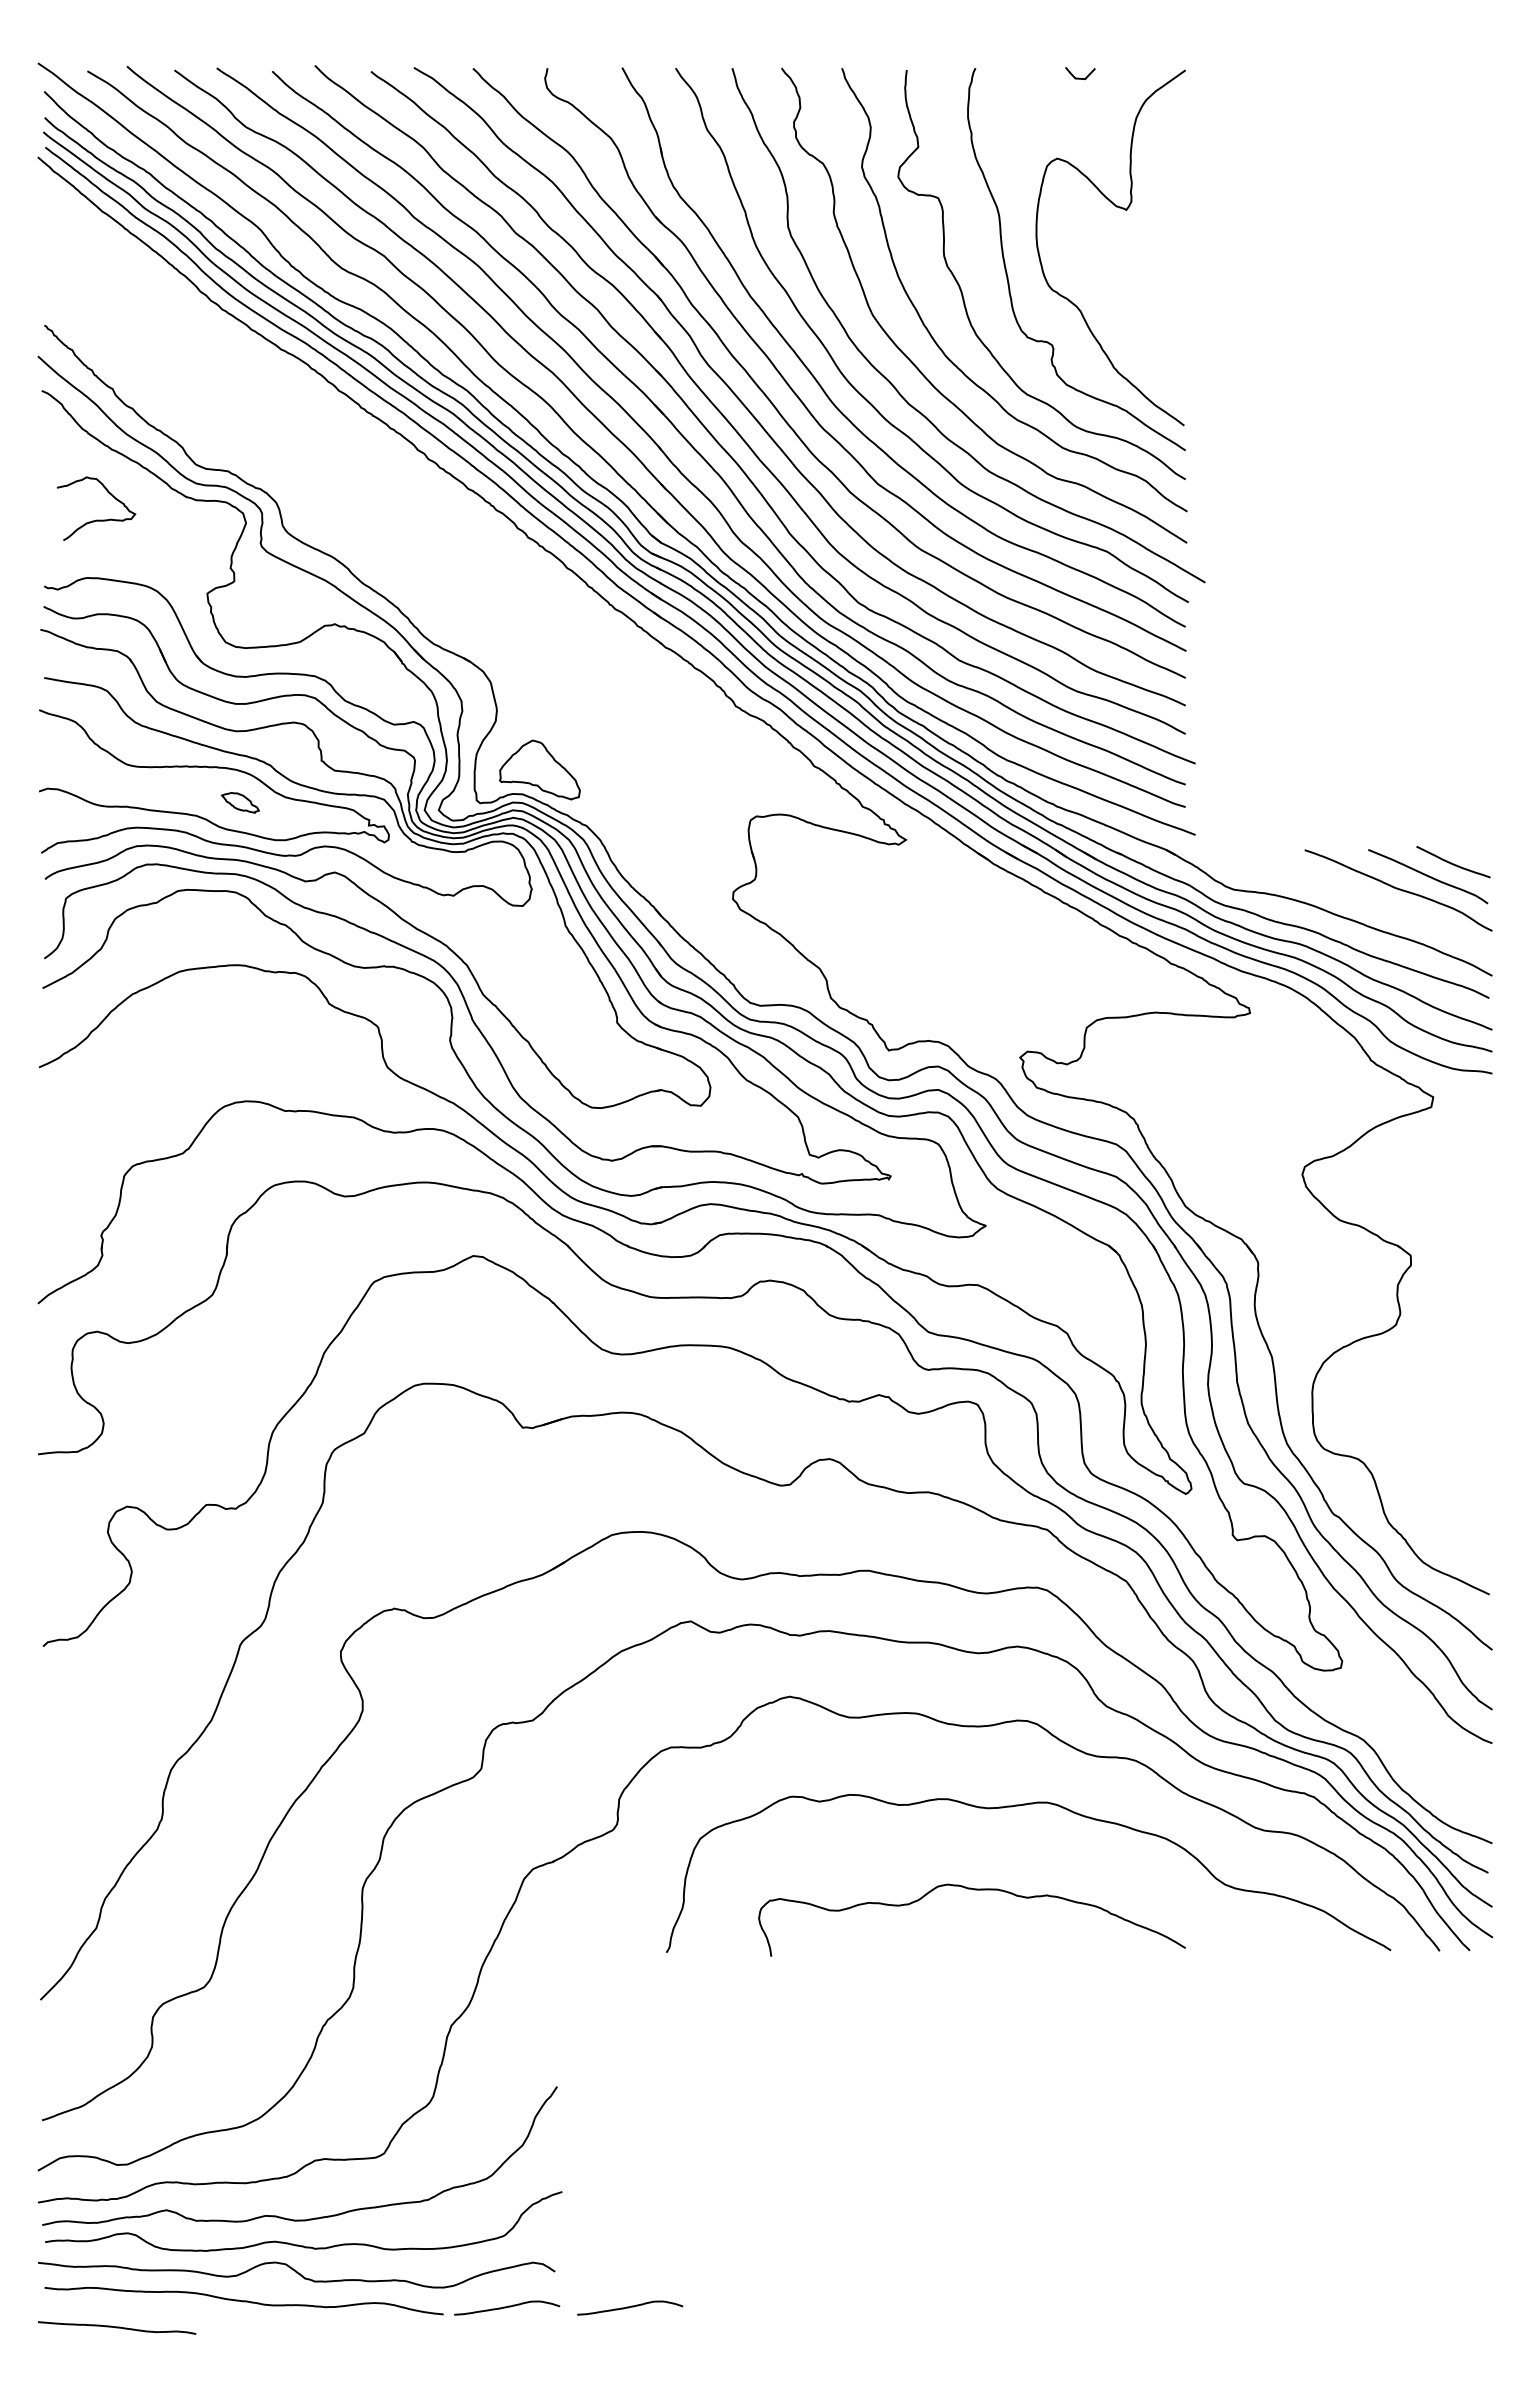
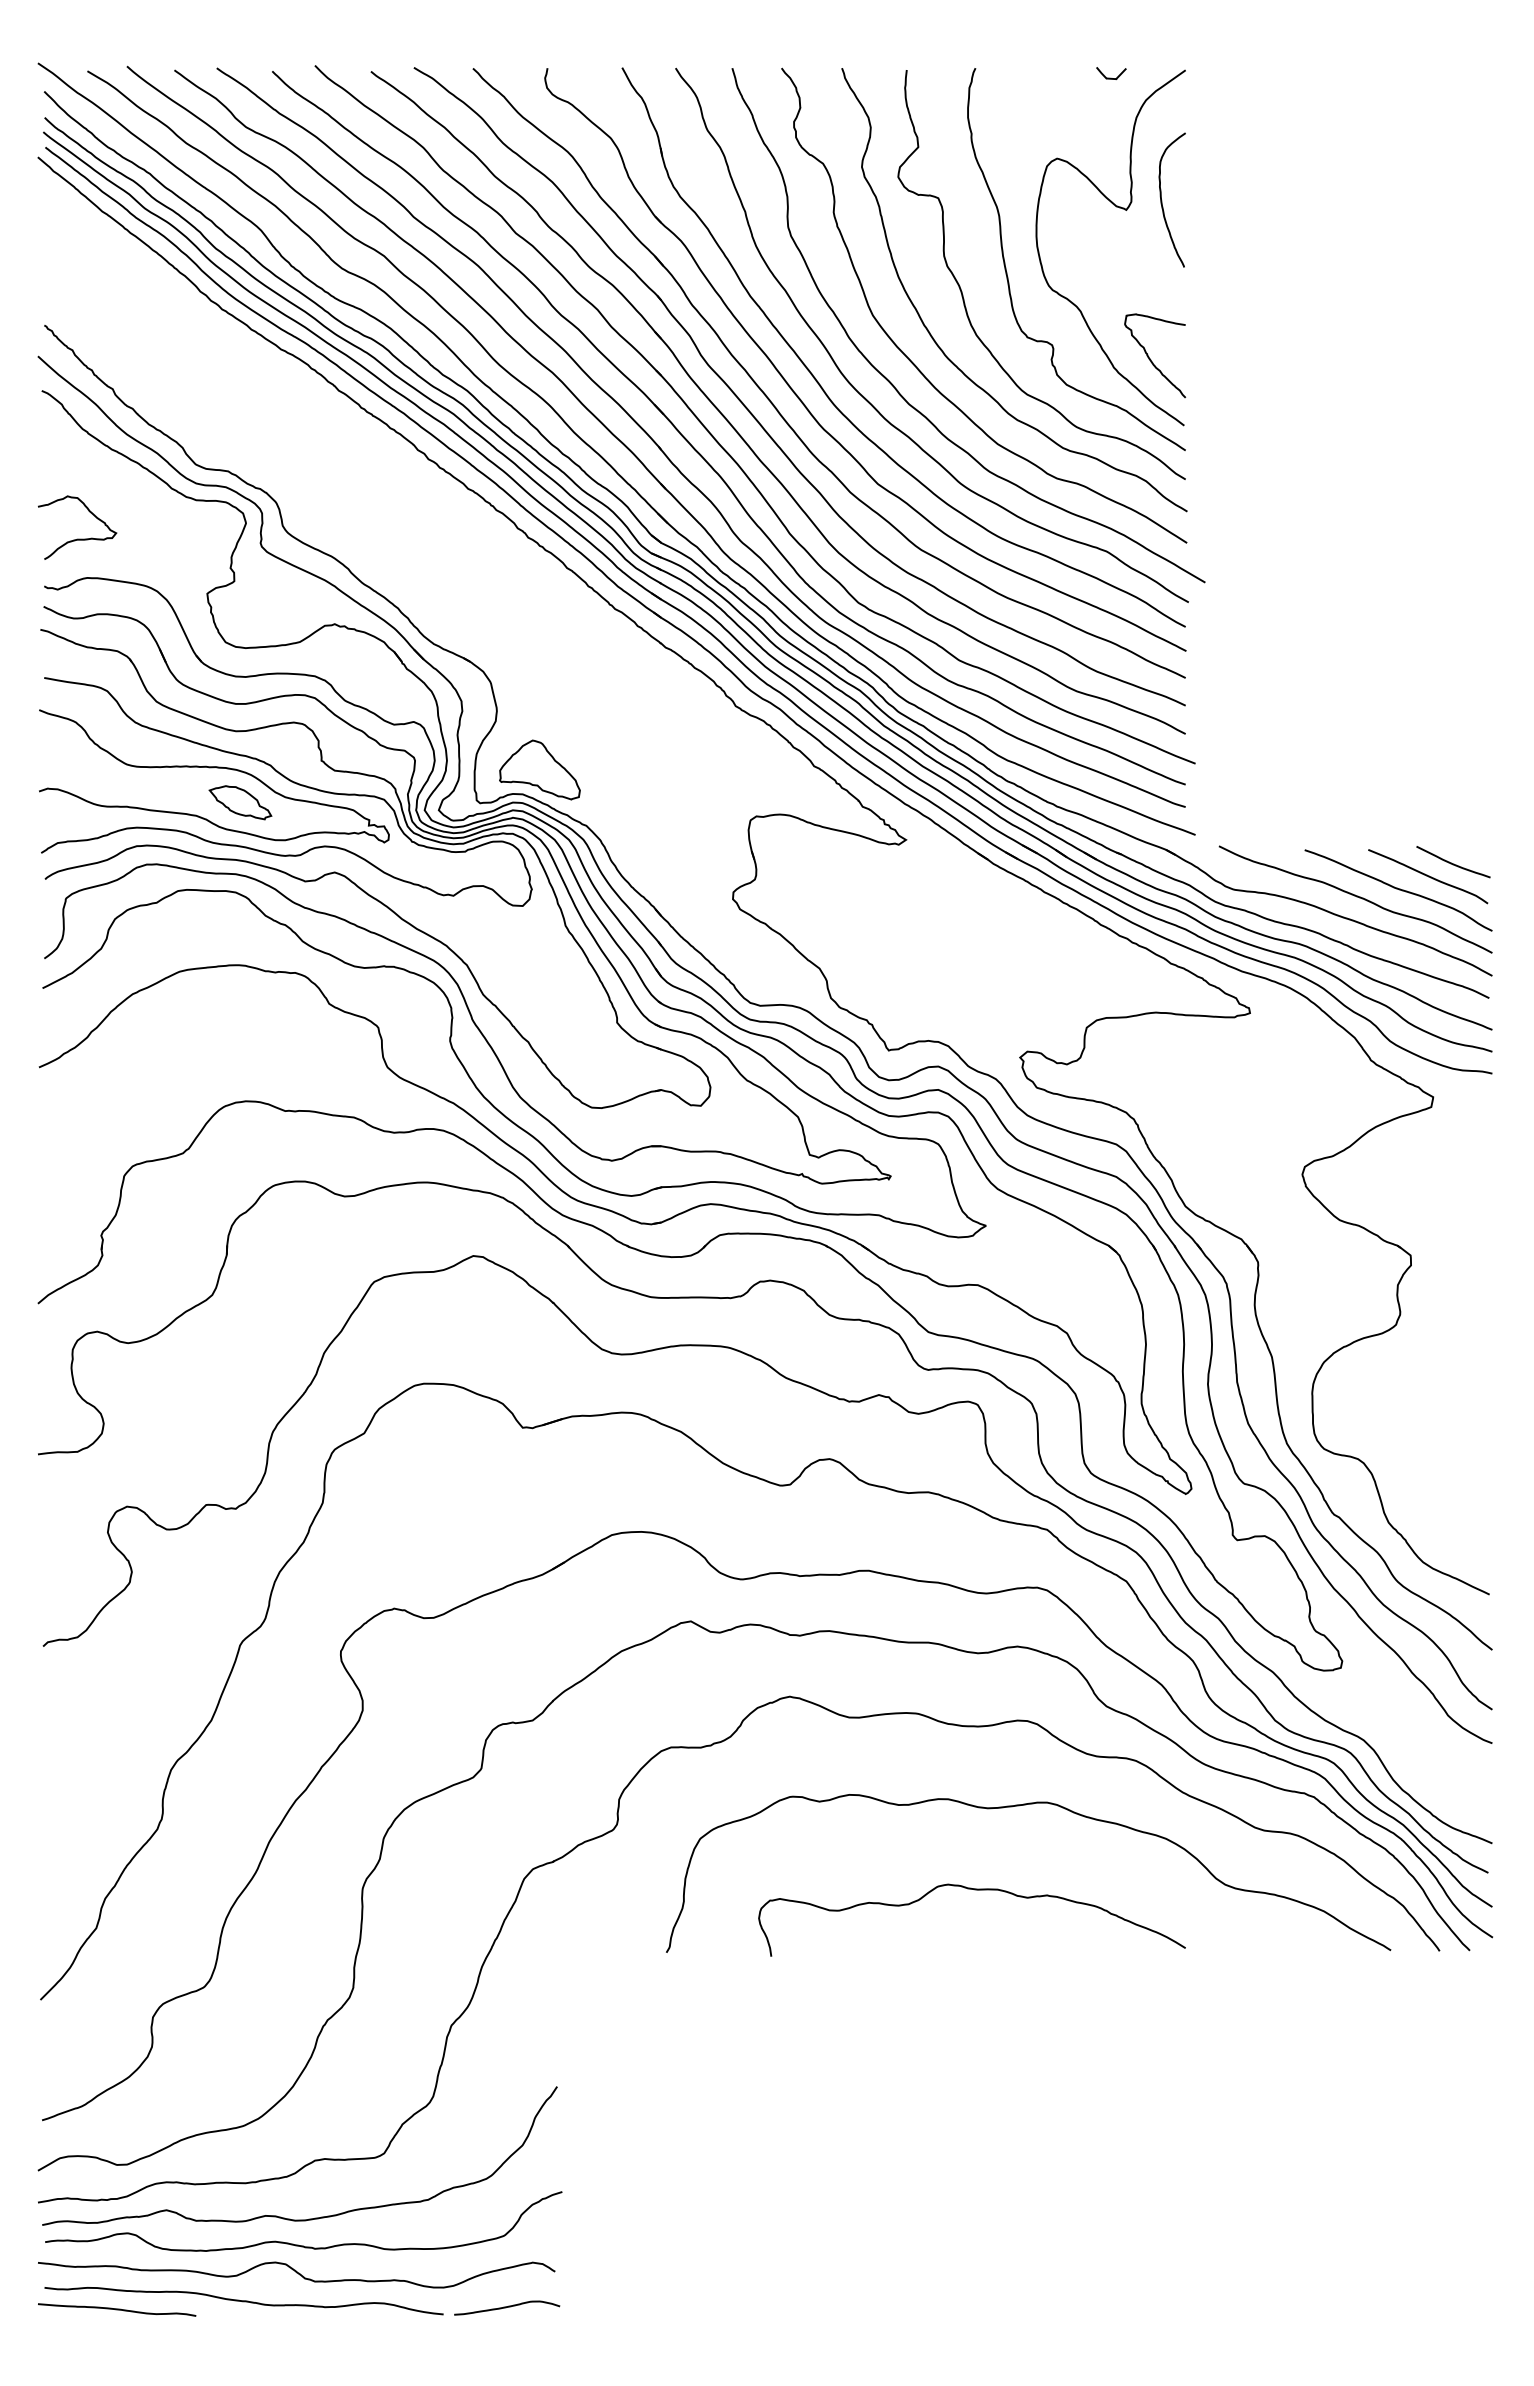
curve at (1080, 77) position: (1080, 77) -> (1111, 77)
curve at (1162, 200): none -> present
curve at (1151, 359): none -> present
curve at (96, 519) position: (96, 519) -> (77, 538)
part at (239, 802) size: 40x22 px -> 65x36 px
curve at (1356, 897): none -> present
curve at (630, 2307): present -> none
curve at (117, 2327) position: (117, 2327) -> (117, 2309)
